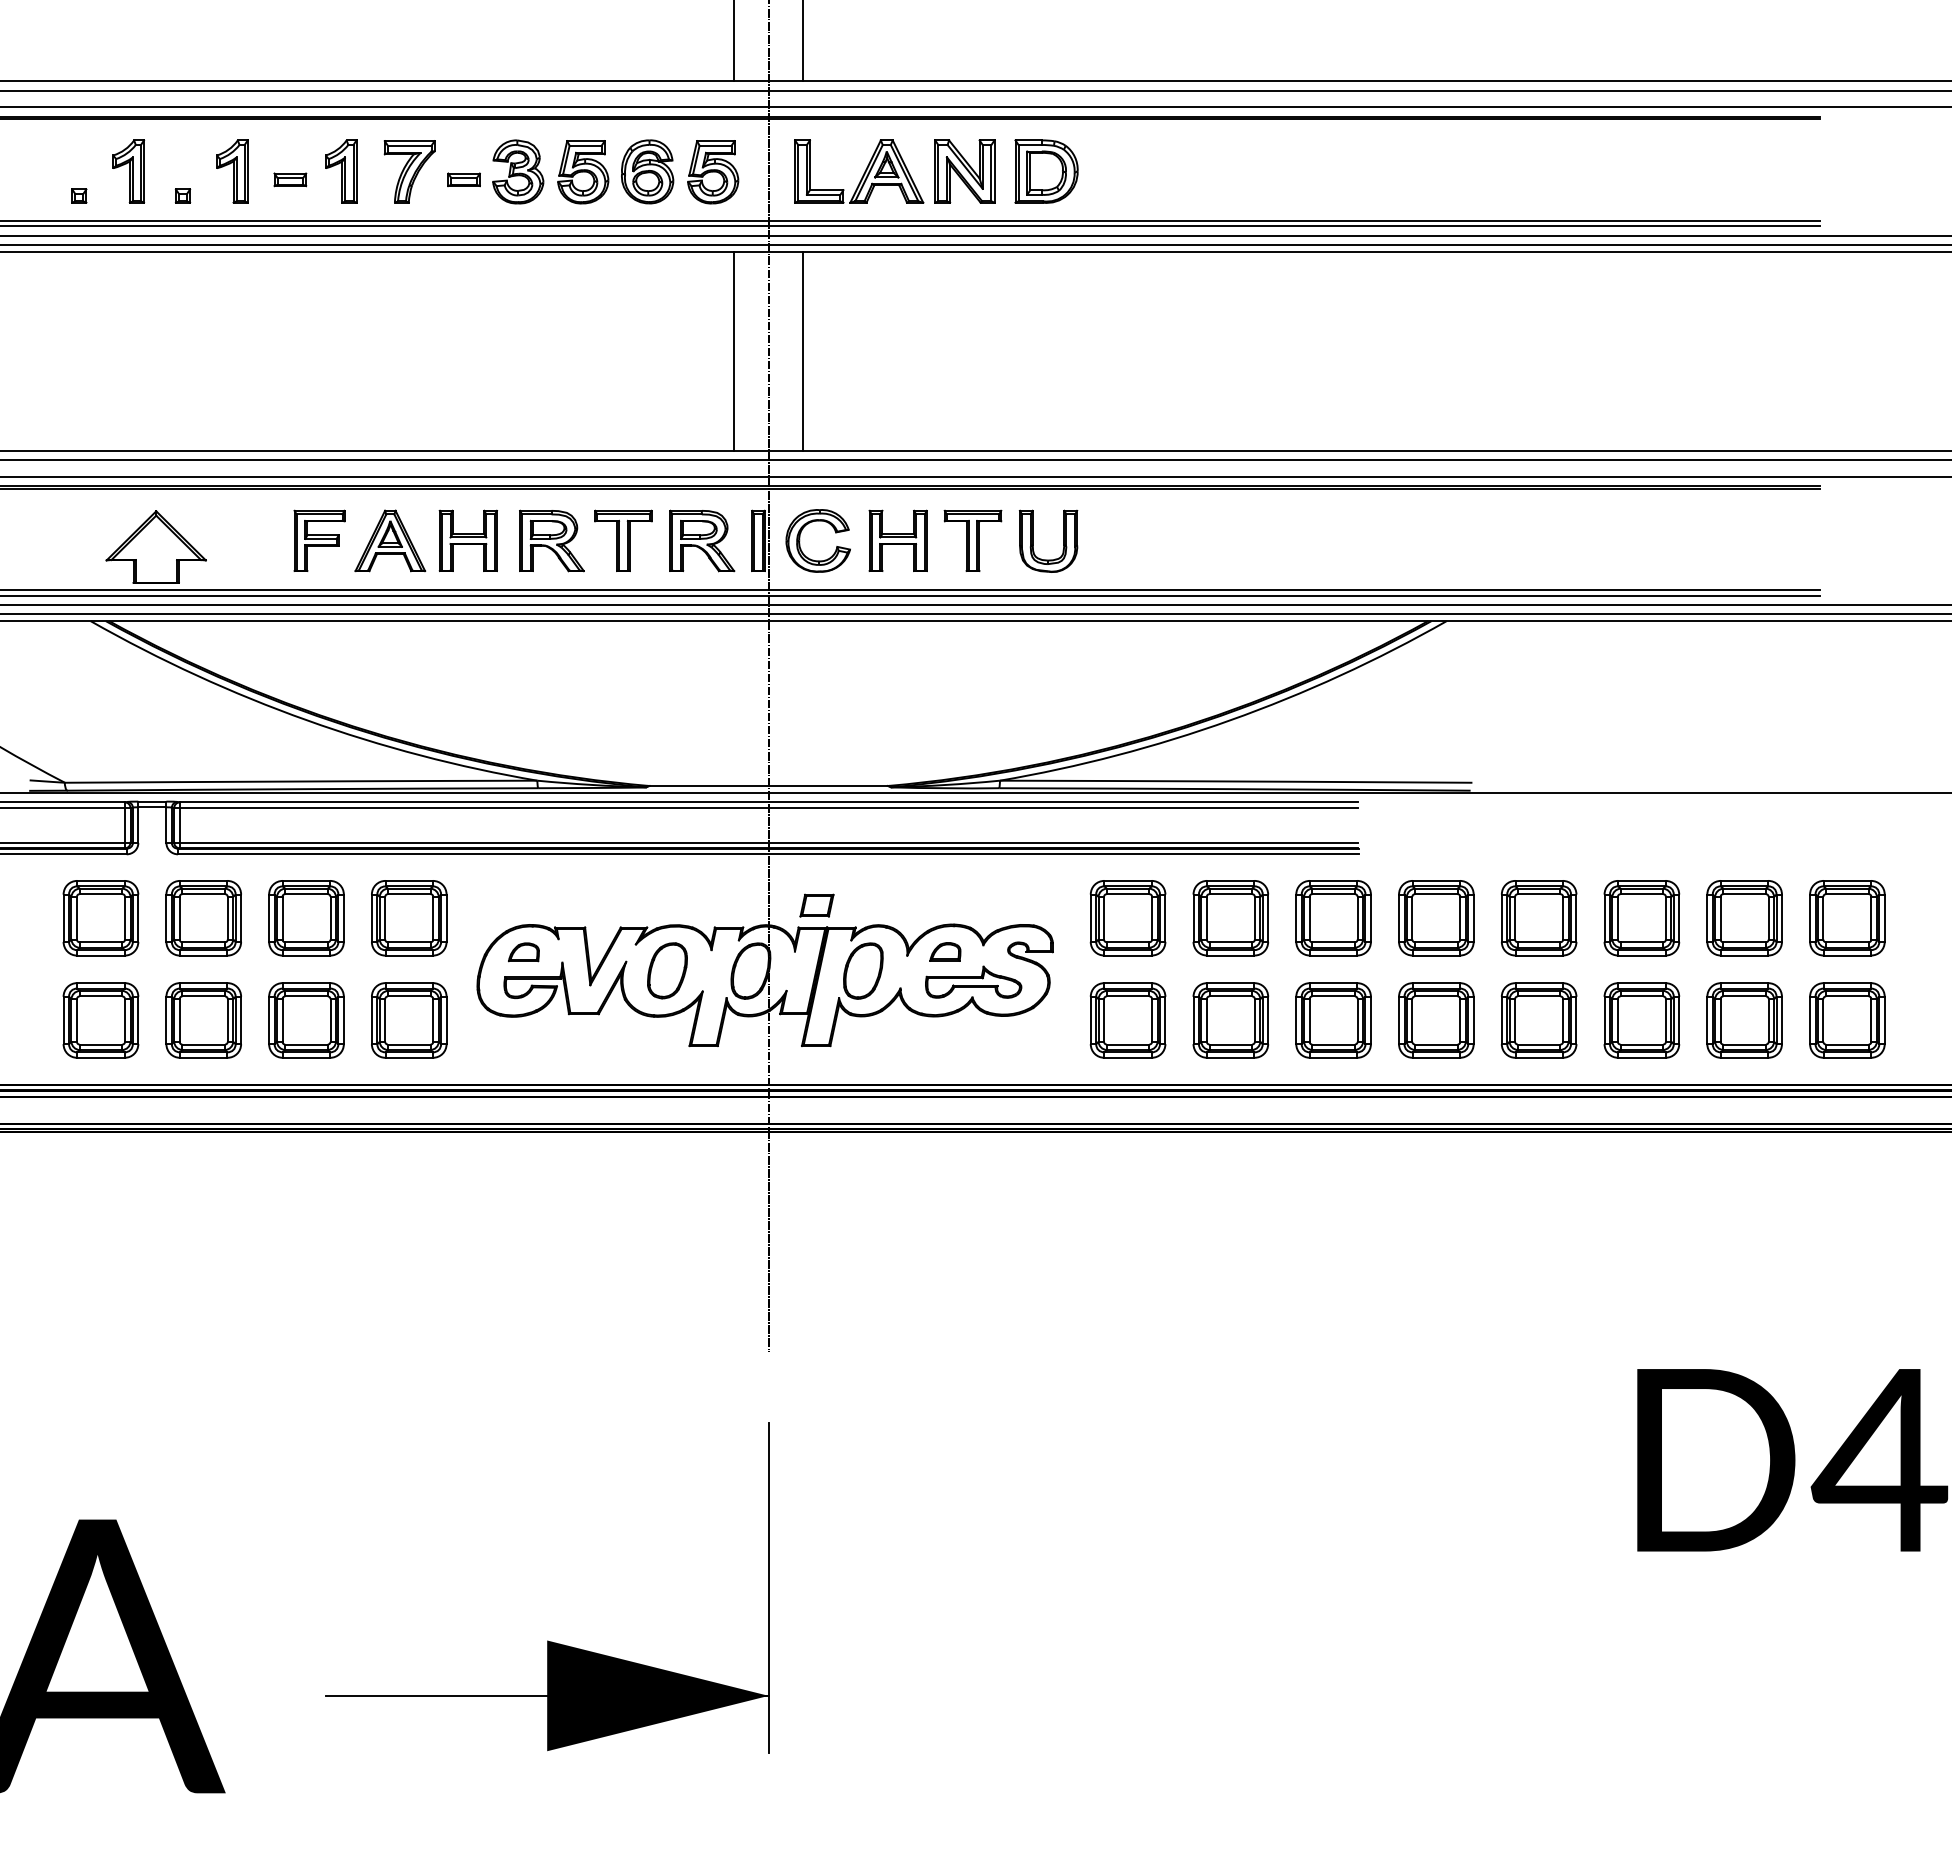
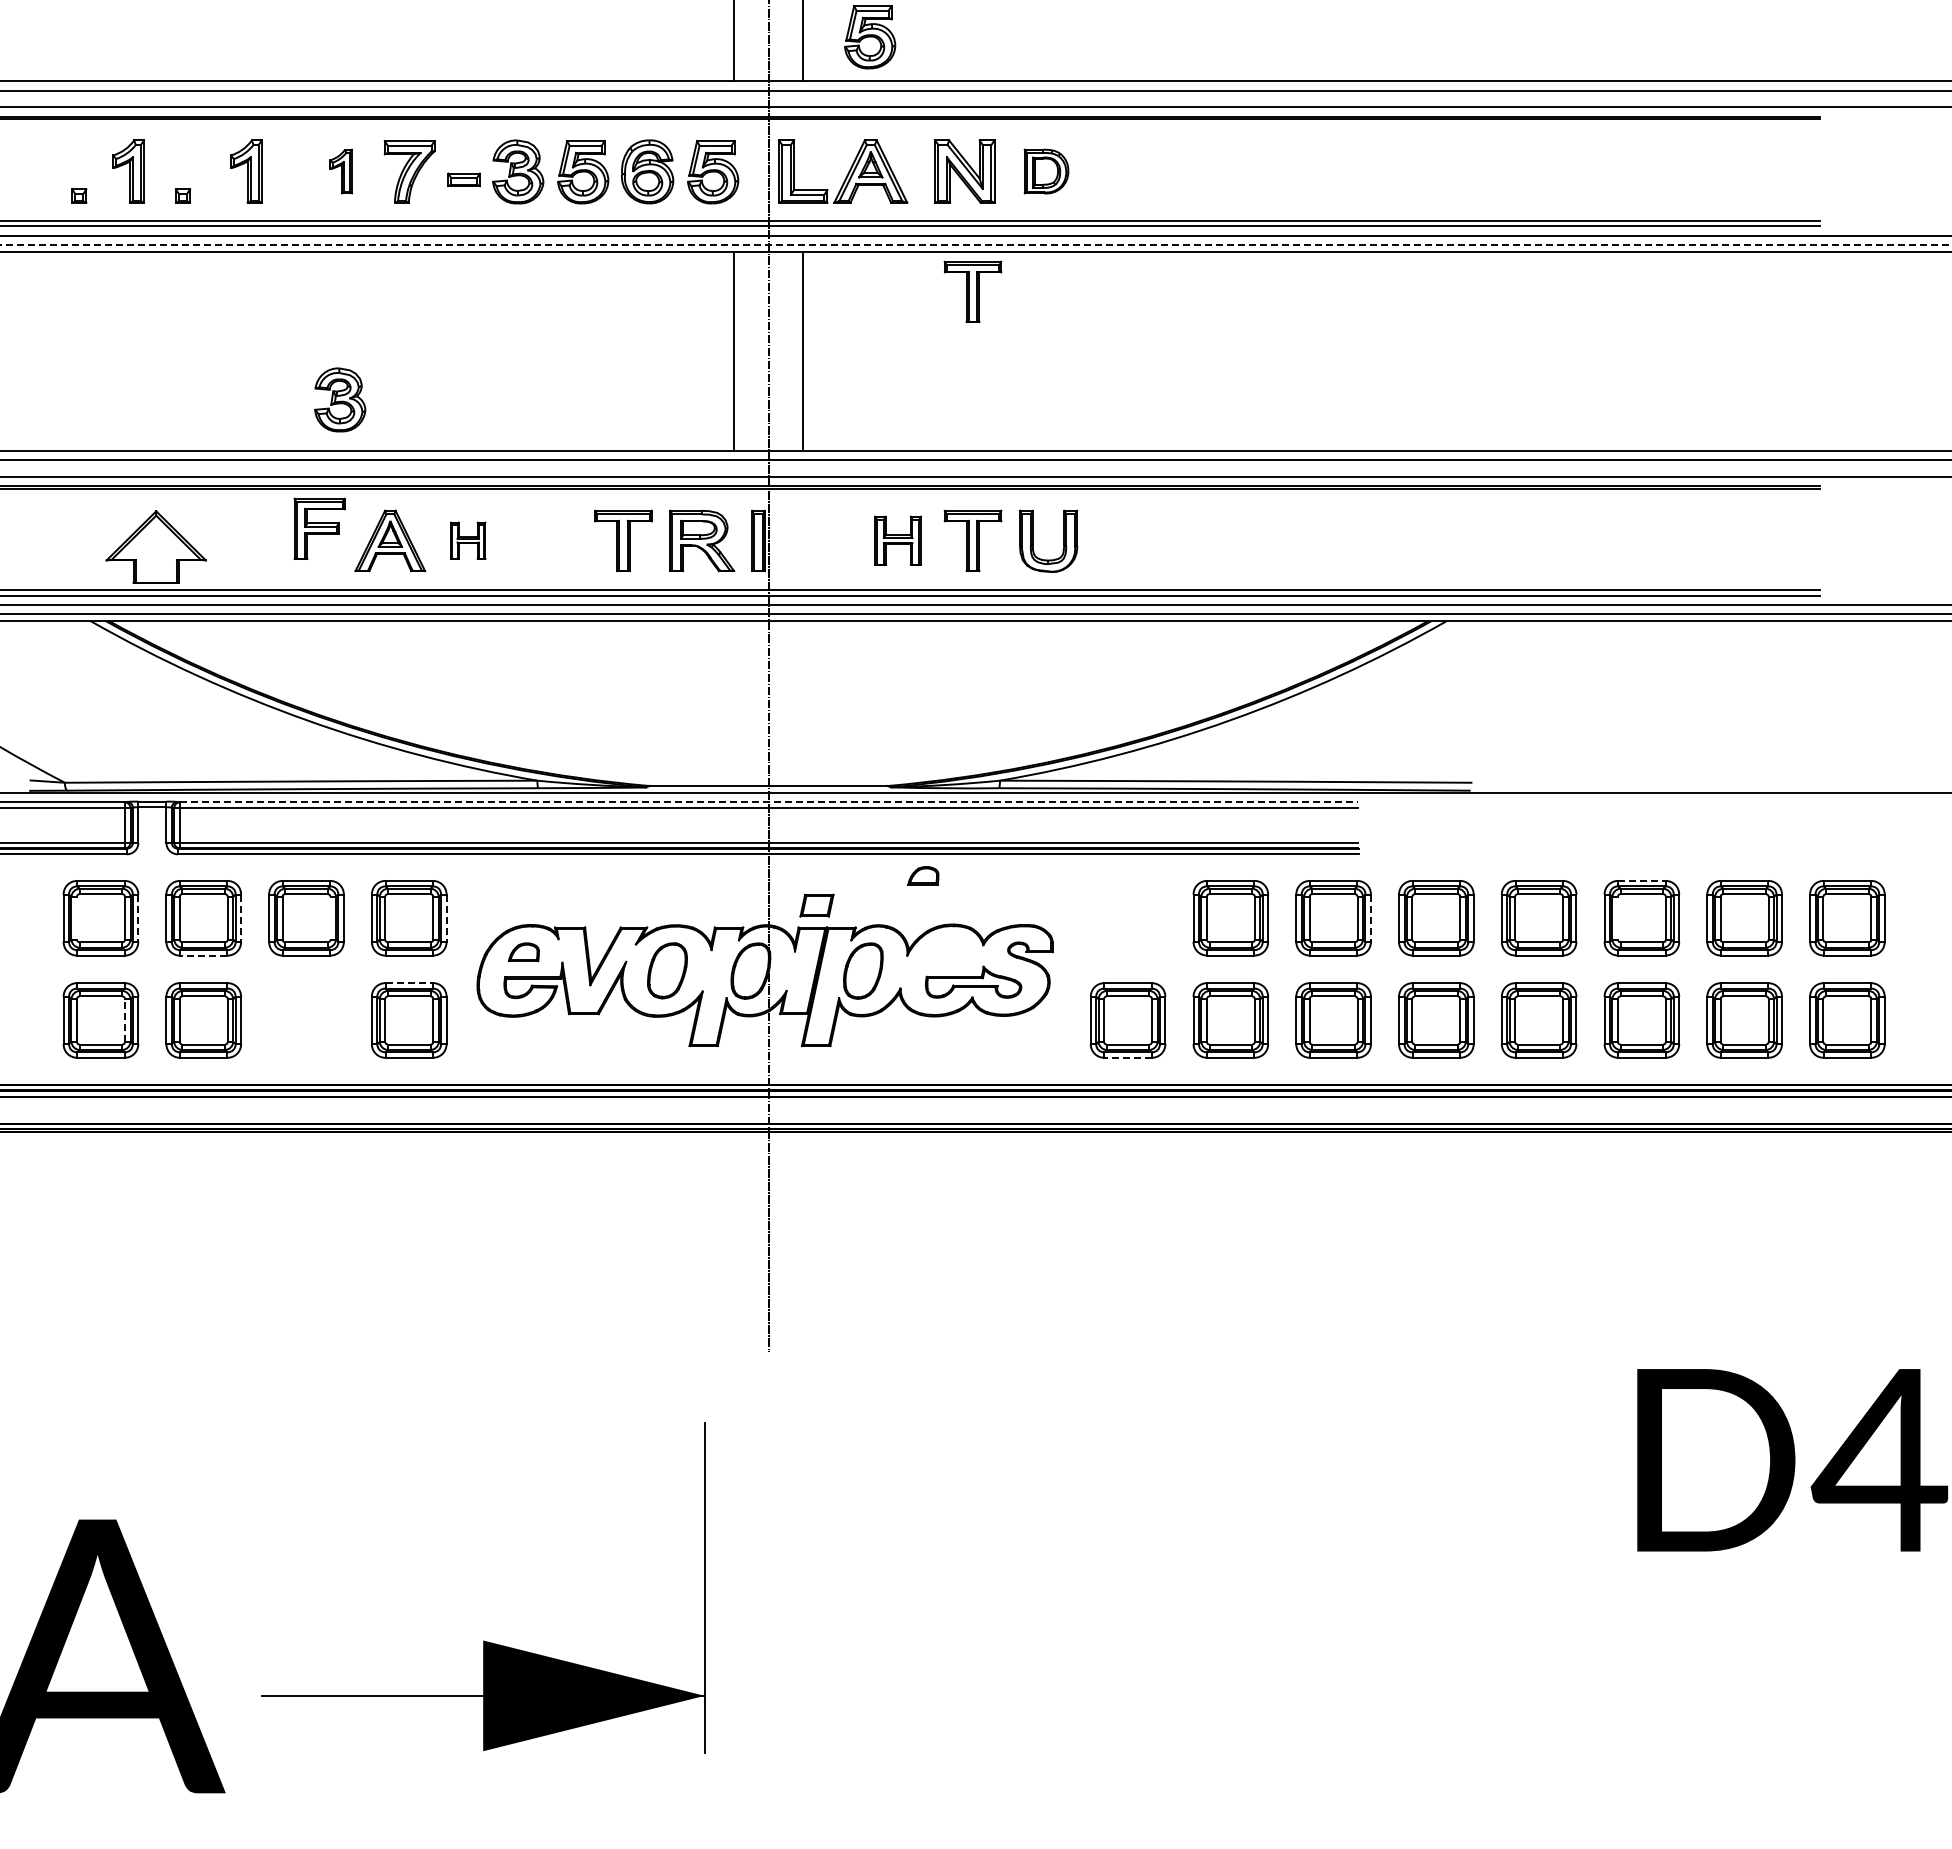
part at (870, 37): none -> present
part at (232, 171) position: (232, 171) -> (246, 171)
part at (341, 171) size: 33x65 px -> 25x47 px
part at (859, 171) position: (859, 171) -> (843, 171)
part at (1046, 171) size: 65x65 px -> 47x47 px
part at (290, 179): present -> none
line at (975, 245): solid -> dashed
part at (972, 291): none -> present
part at (340, 399): none -> present
part at (319, 540) position: (319, 540) -> (319, 528)
part at (467, 540) size: 60x63 px -> 37x39 px
part at (551, 540): present -> none
part at (800, 540): present -> none
part at (897, 540) size: 60x63 px -> 49x51 px
line at (768, 802): solid -> dashed
line at (1641, 880): solid -> dashed
line at (76, 917): present -> none
line at (330, 917): present -> none
line at (1617, 917): present -> none
line at (138, 918): solid -> dashed
line at (241, 918): solid -> dashed
line at (446, 918): solid -> dashed
part at (1127, 918): present -> none
line at (1370, 918): solid -> dashed
part at (945, 951) position: (945, 951) -> (923, 875)
line at (203, 955): solid -> dashed
line at (409, 983): solid -> dashed
line at (125, 1020): solid -> dashed
part at (306, 1020): present -> none
line at (1128, 1057): solid -> dashed
part at (547, 1640) position: (547, 1640) -> (483, 1640)
